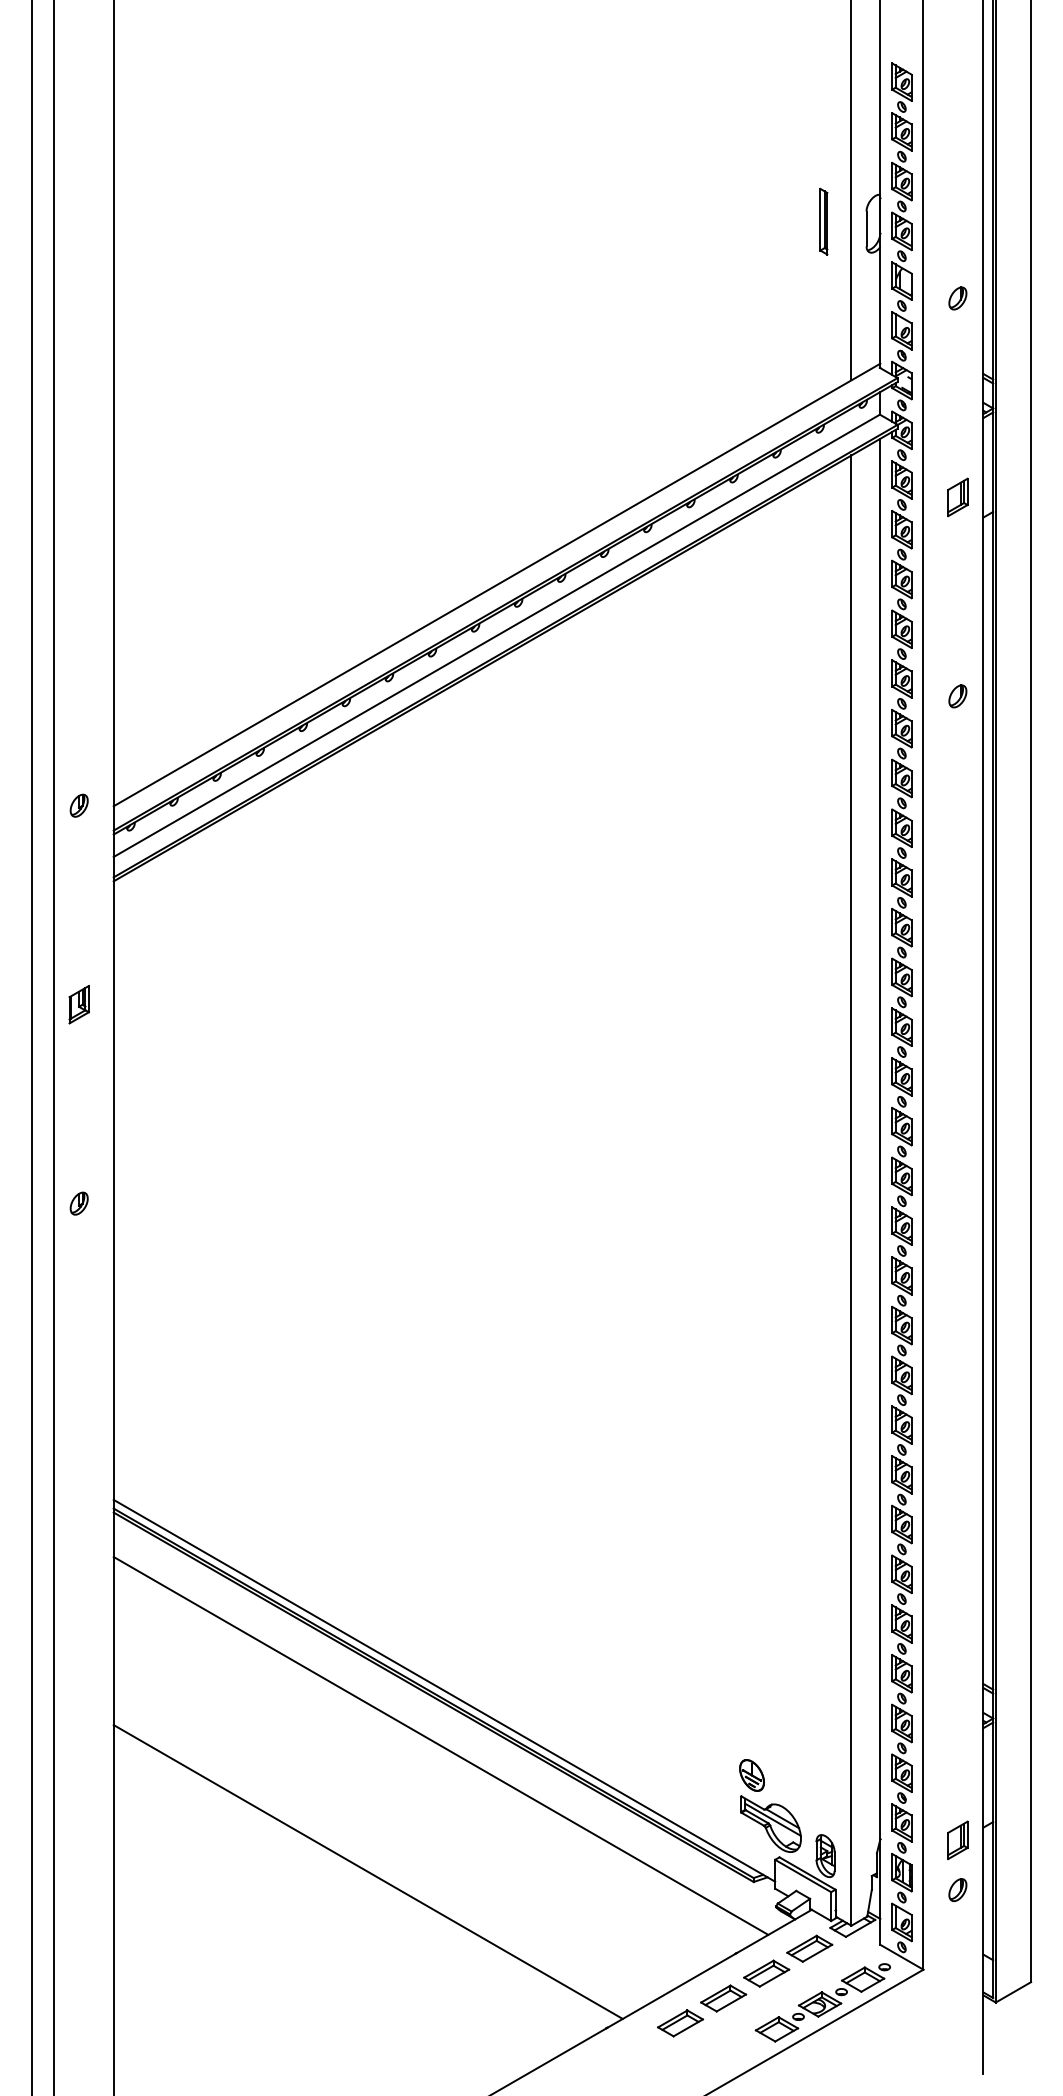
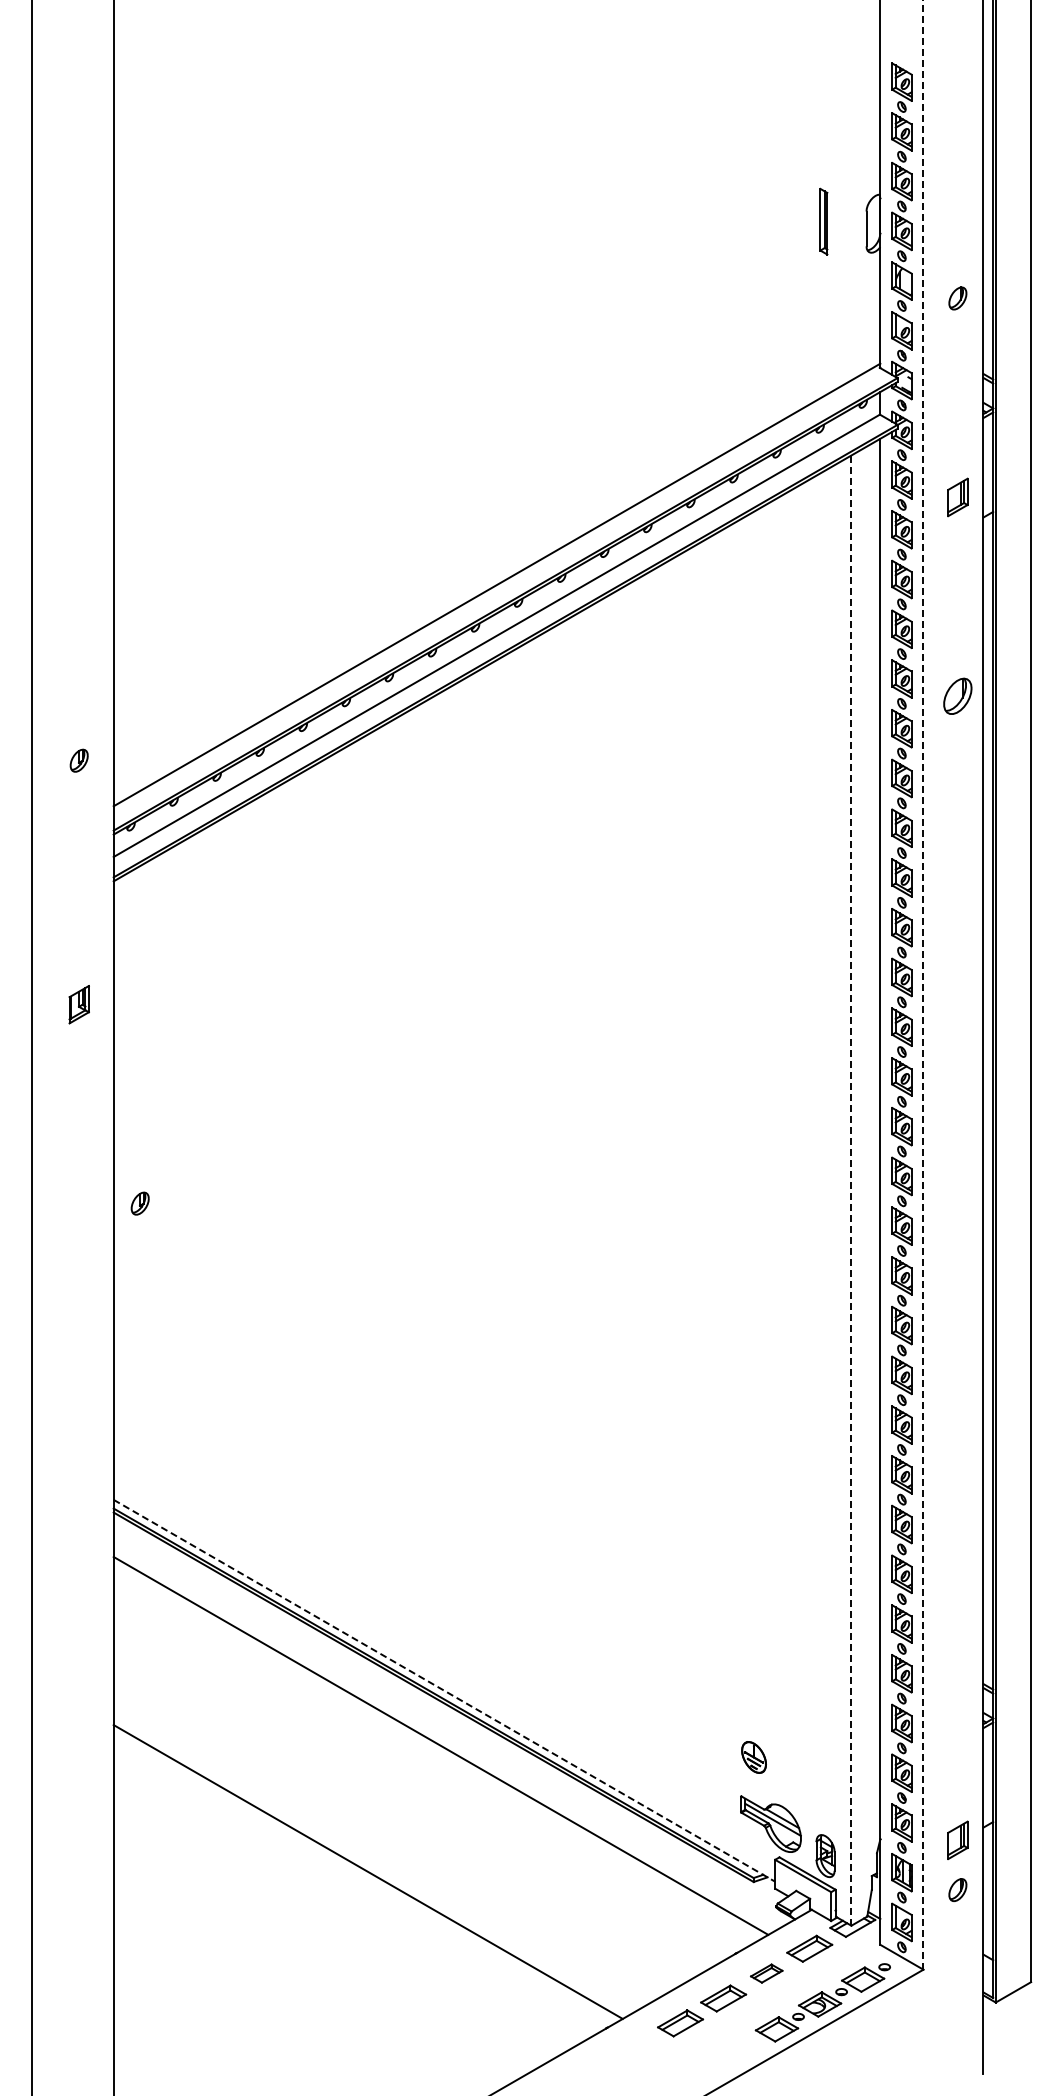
line at (851, 191): present -> none
part at (957, 696) size: 20x25 px -> 30x38 px
part at (78, 805) position: (78, 805) -> (78, 760)
line at (923, 984): solid -> dashed
line at (53, 1047): present -> none
line at (851, 1190): solid -> dashed
part at (78, 1203) position: (78, 1203) -> (139, 1203)
line at (444, 1690): solid -> dashed
part at (751, 1775) position: (751, 1775) -> (753, 1757)
part at (766, 1973) size: 48x29 px -> 34x21 px
